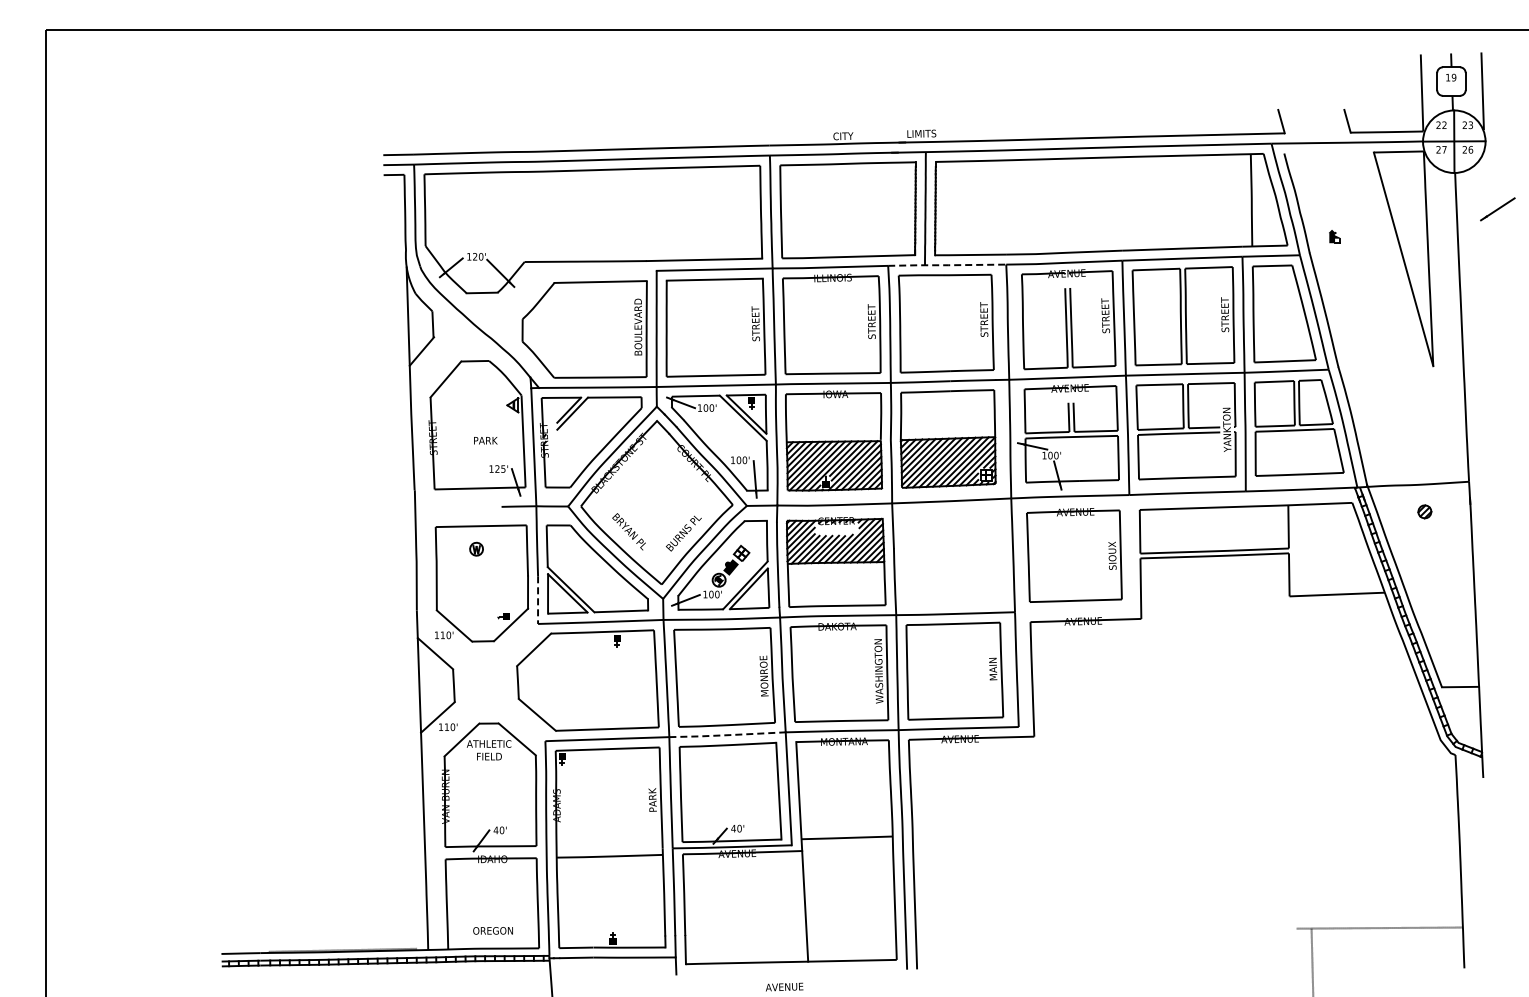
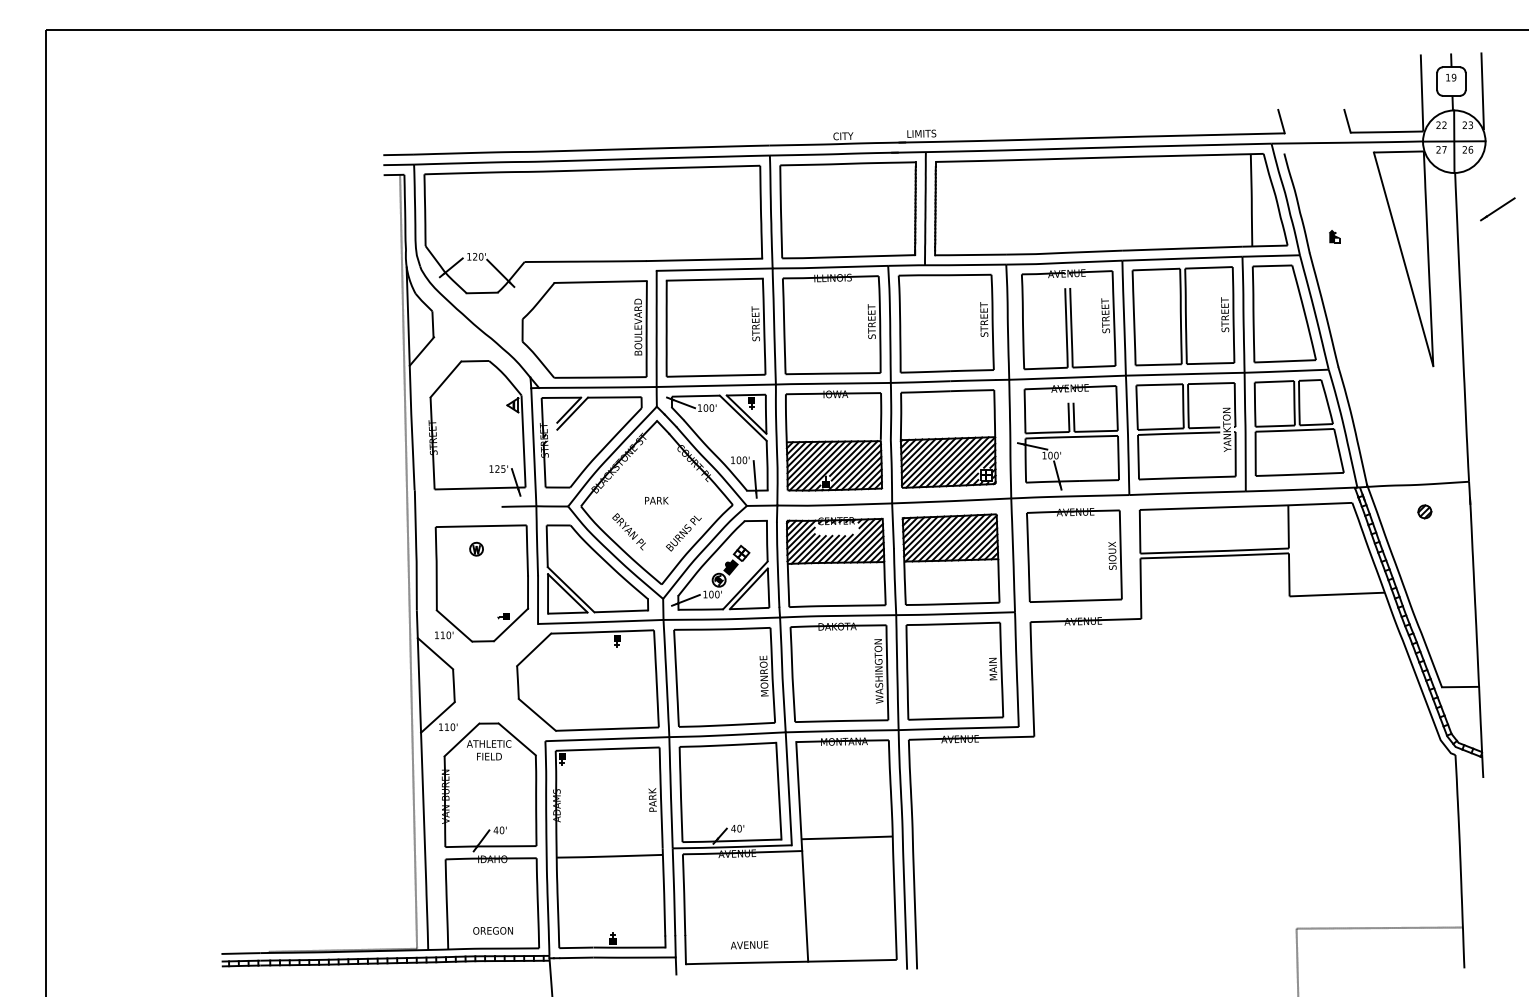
line at (946, 265): dashed -> solid
text at (485, 440) position: (485, 440) -> (656, 500)
part at (950, 559): none -> present
line at (408, 561): none -> present
line at (538, 600): dashed -> solid
line at (727, 735): dashed -> solid
line at (1312, 960) position: (1312, 960) -> (1297, 960)
text at (784, 986) position: (784, 986) -> (749, 944)
